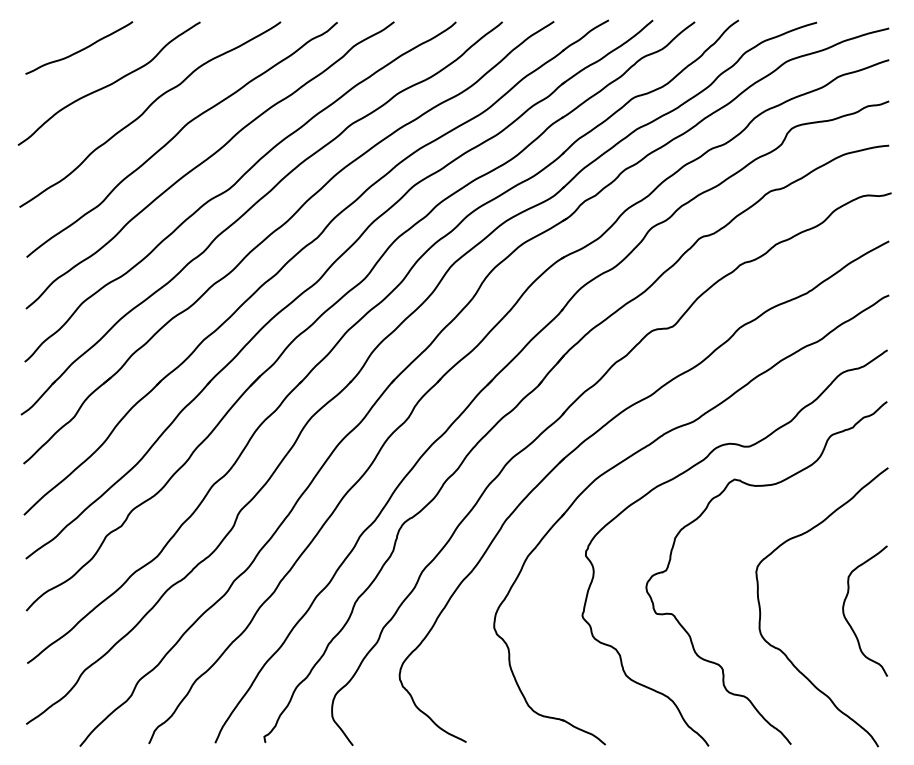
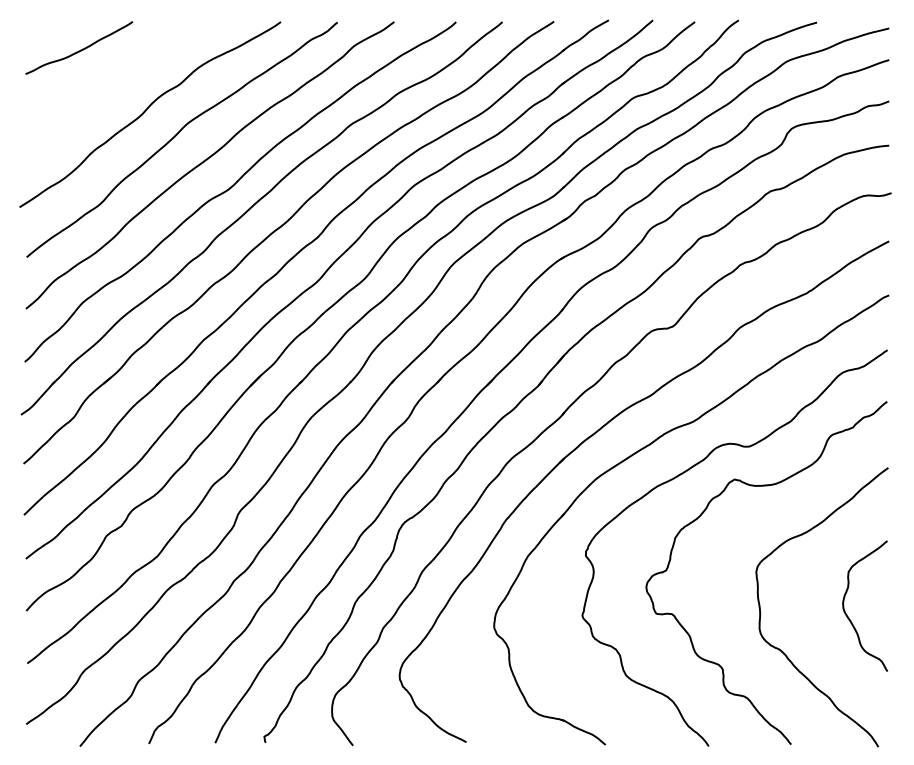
curve at (108, 84): present -> none
curve at (849, 622) position: (849, 622) -> (849, 617)
